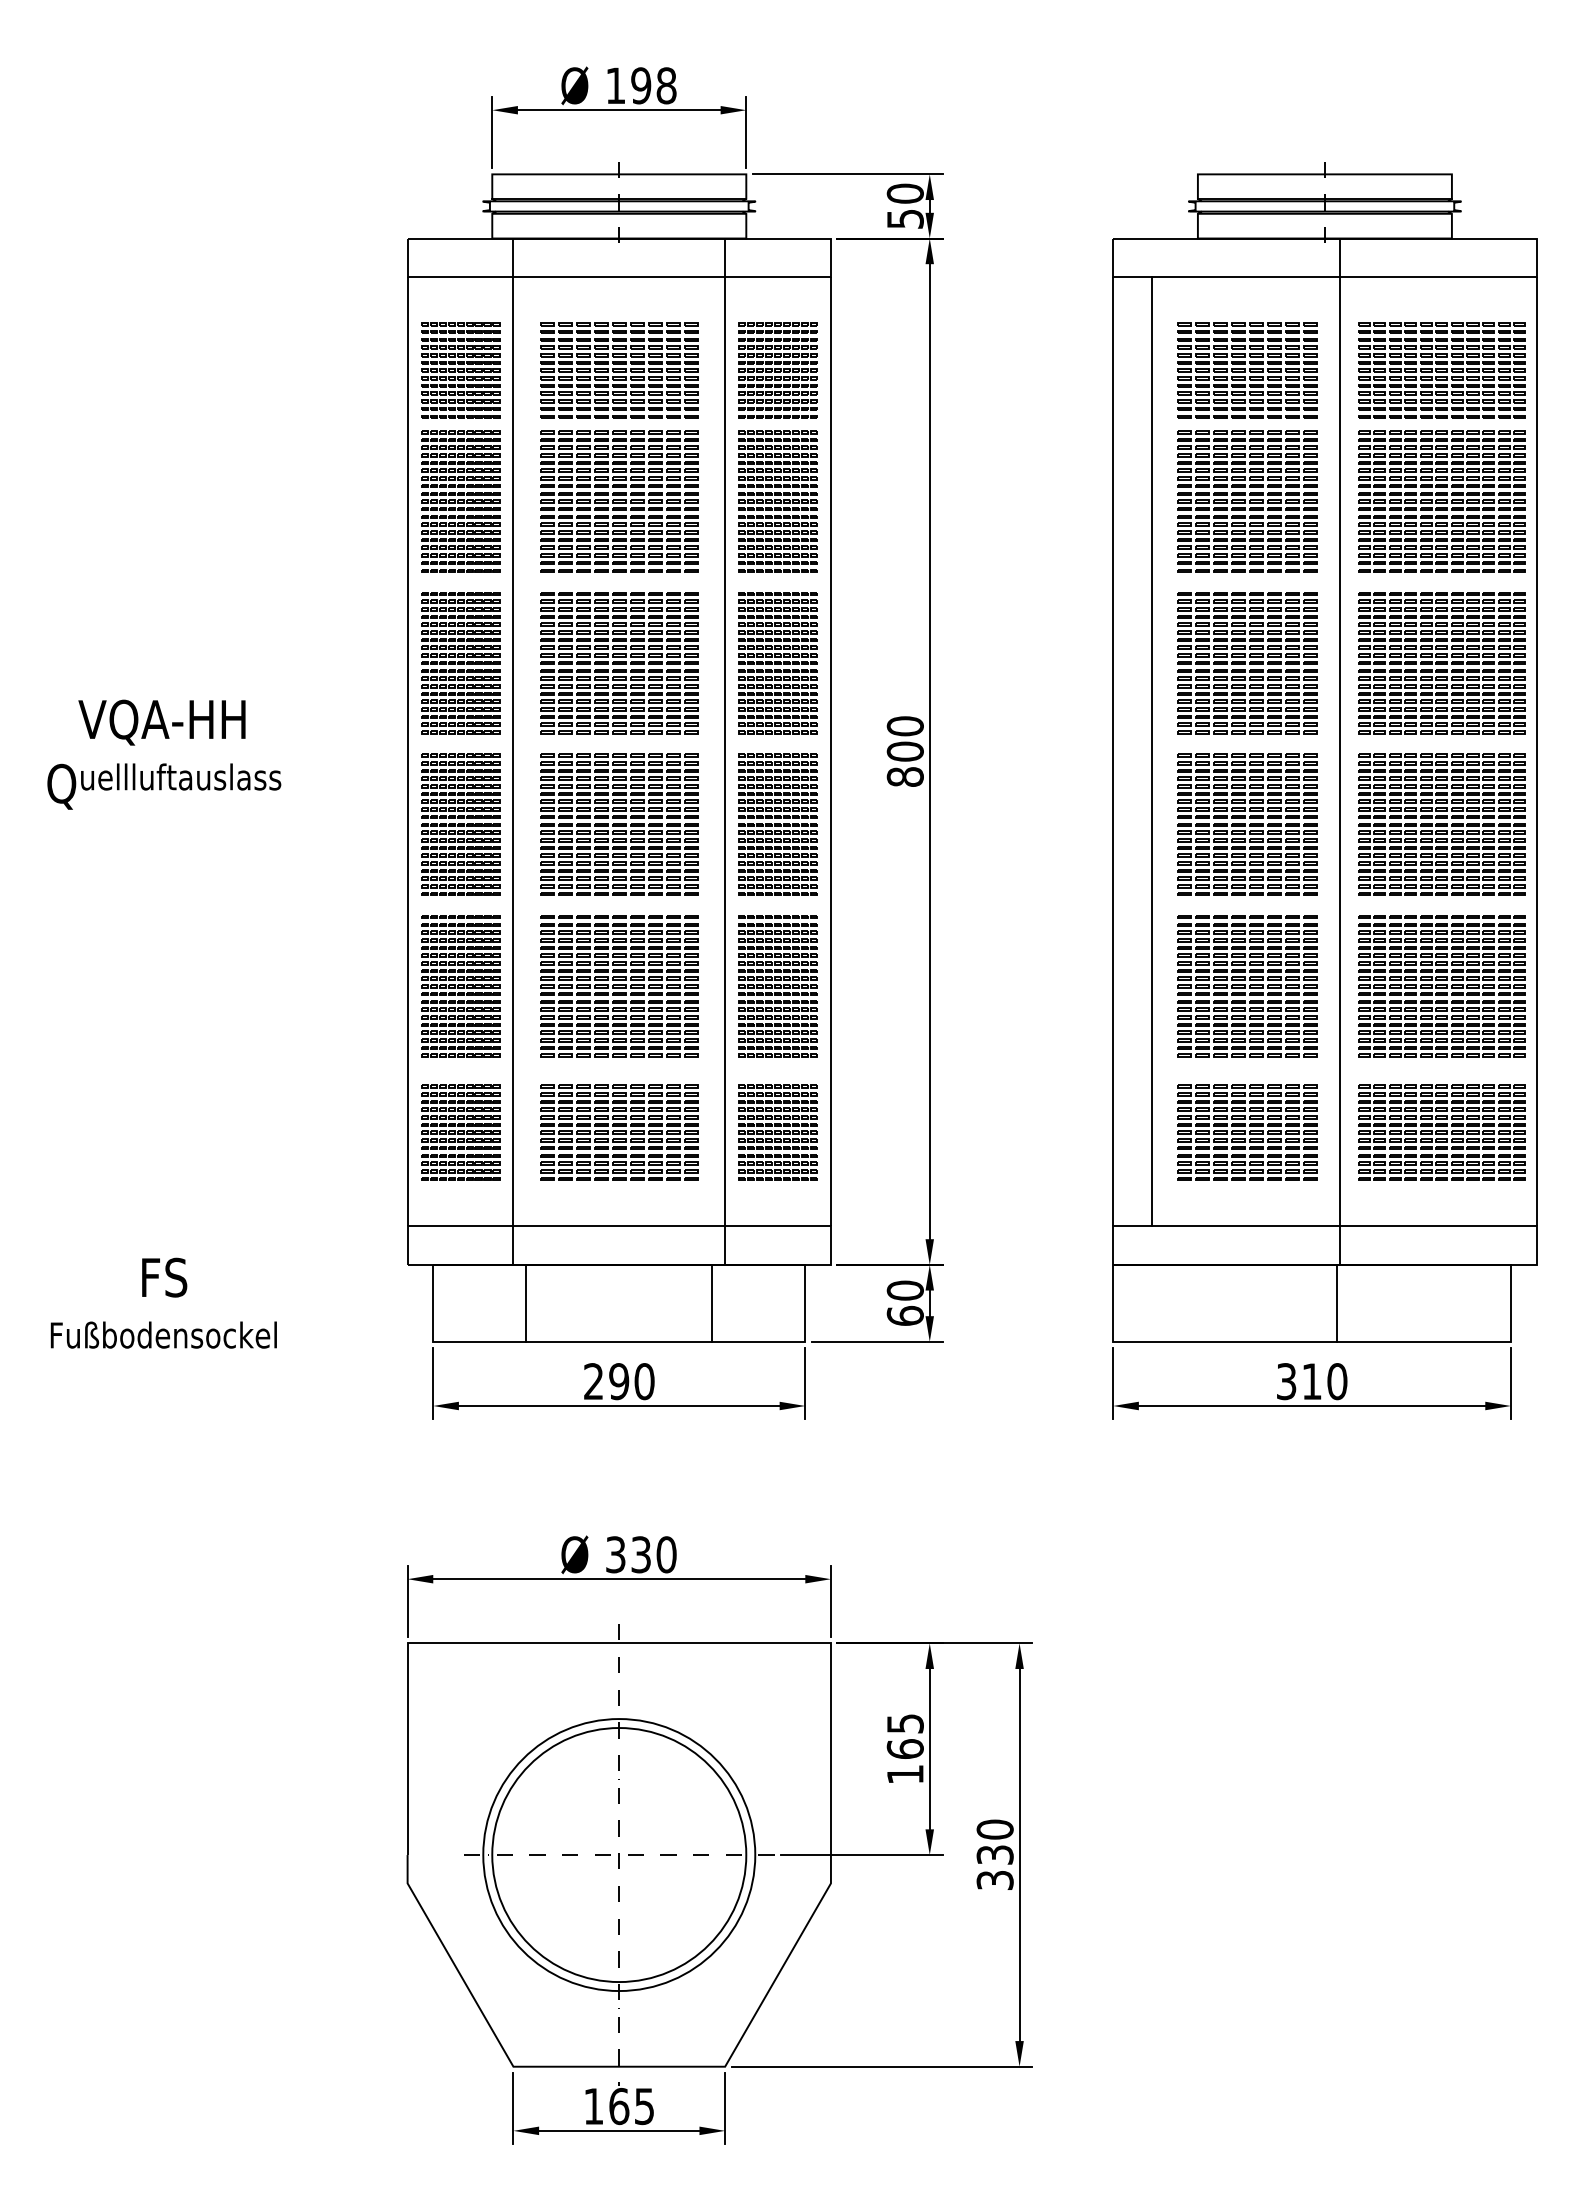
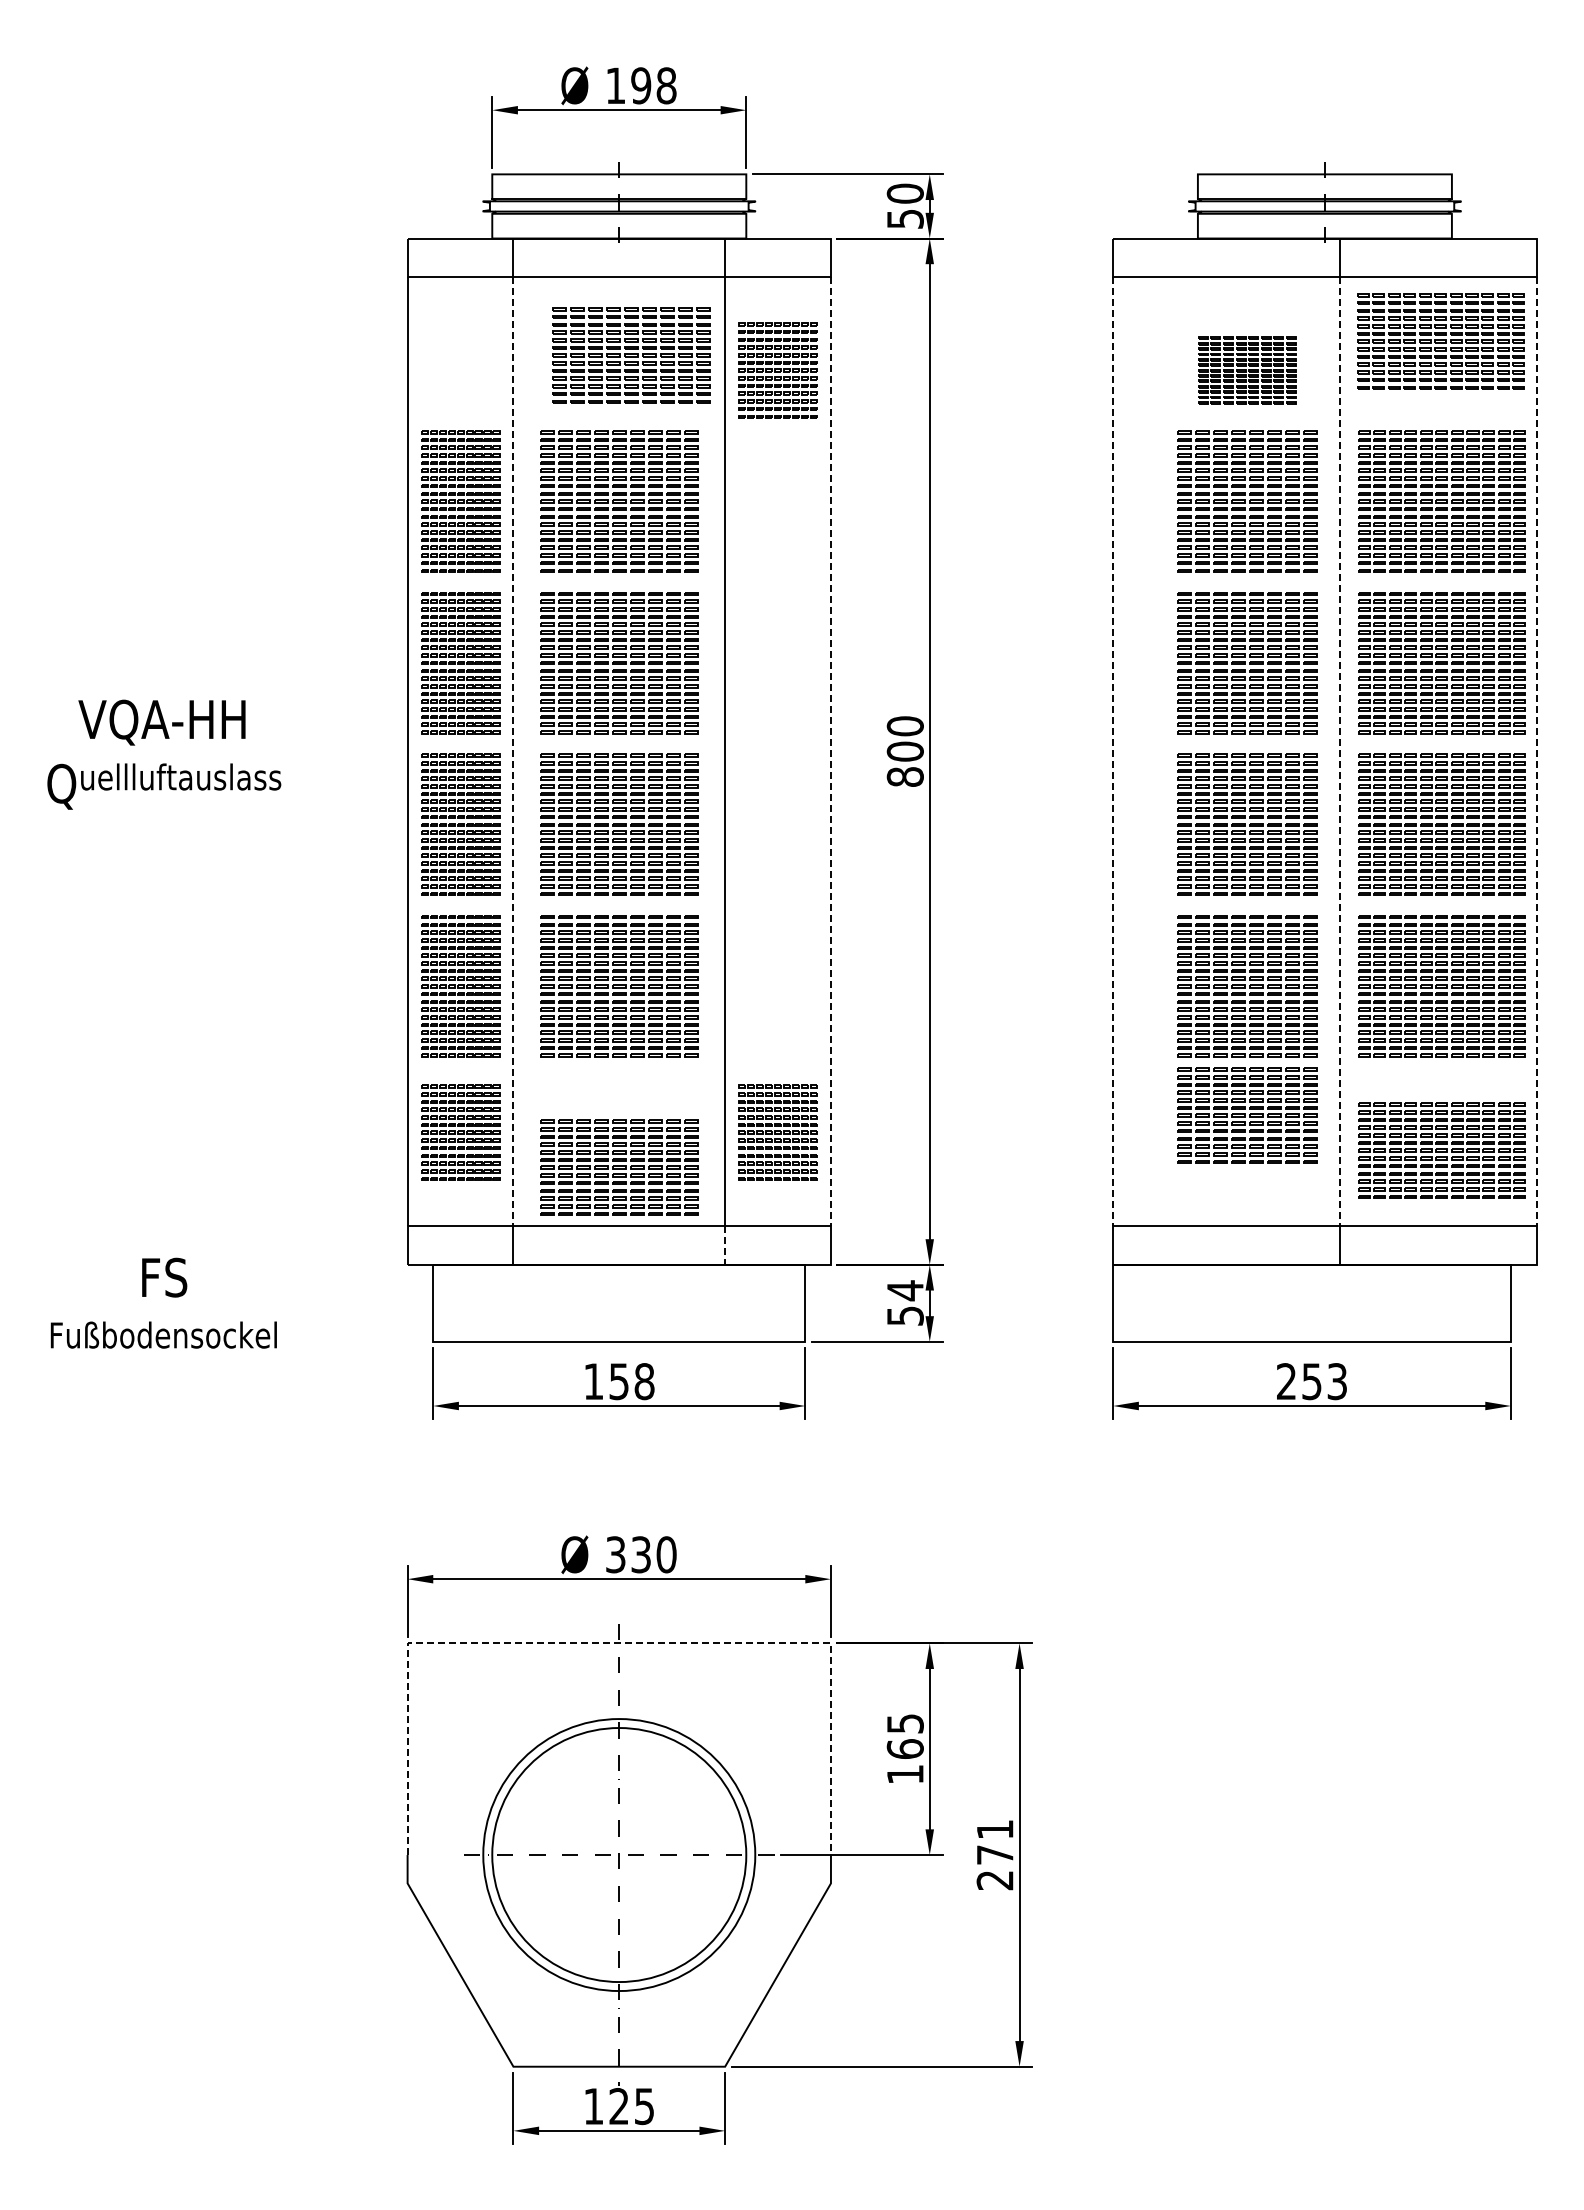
part at (460, 370): present -> none
part at (619, 370) position: (619, 370) -> (631, 355)
part at (1247, 370) size: 141x97 px -> 99x69 px
part at (1441, 370) position: (1441, 370) -> (1440, 341)
part at (777, 734): present -> none
line at (513, 751): solid -> dashed
line at (830, 751): solid -> dashed
line at (1113, 751): solid -> dashed
line at (1151, 751): present -> none
line at (1340, 751): solid -> dashed
line at (1536, 751): solid -> dashed
part at (619, 1132) position: (619, 1132) -> (619, 1167)
part at (1247, 1132) position: (1247, 1132) -> (1247, 1115)
part at (1441, 1132) position: (1441, 1132) -> (1441, 1150)
line at (725, 1246): solid -> dashed
line at (526, 1302): present -> none
line at (712, 1302): present -> none
text at (904, 1302): 60 -> 54
line at (1337, 1302): present -> none
text at (619, 1381): 290 -> 158
text at (1312, 1381): 310 -> 253
line at (619, 1643): solid -> dashed
text at (994, 1854): 330 -> 271
text at (619, 2106): 165 -> 125
